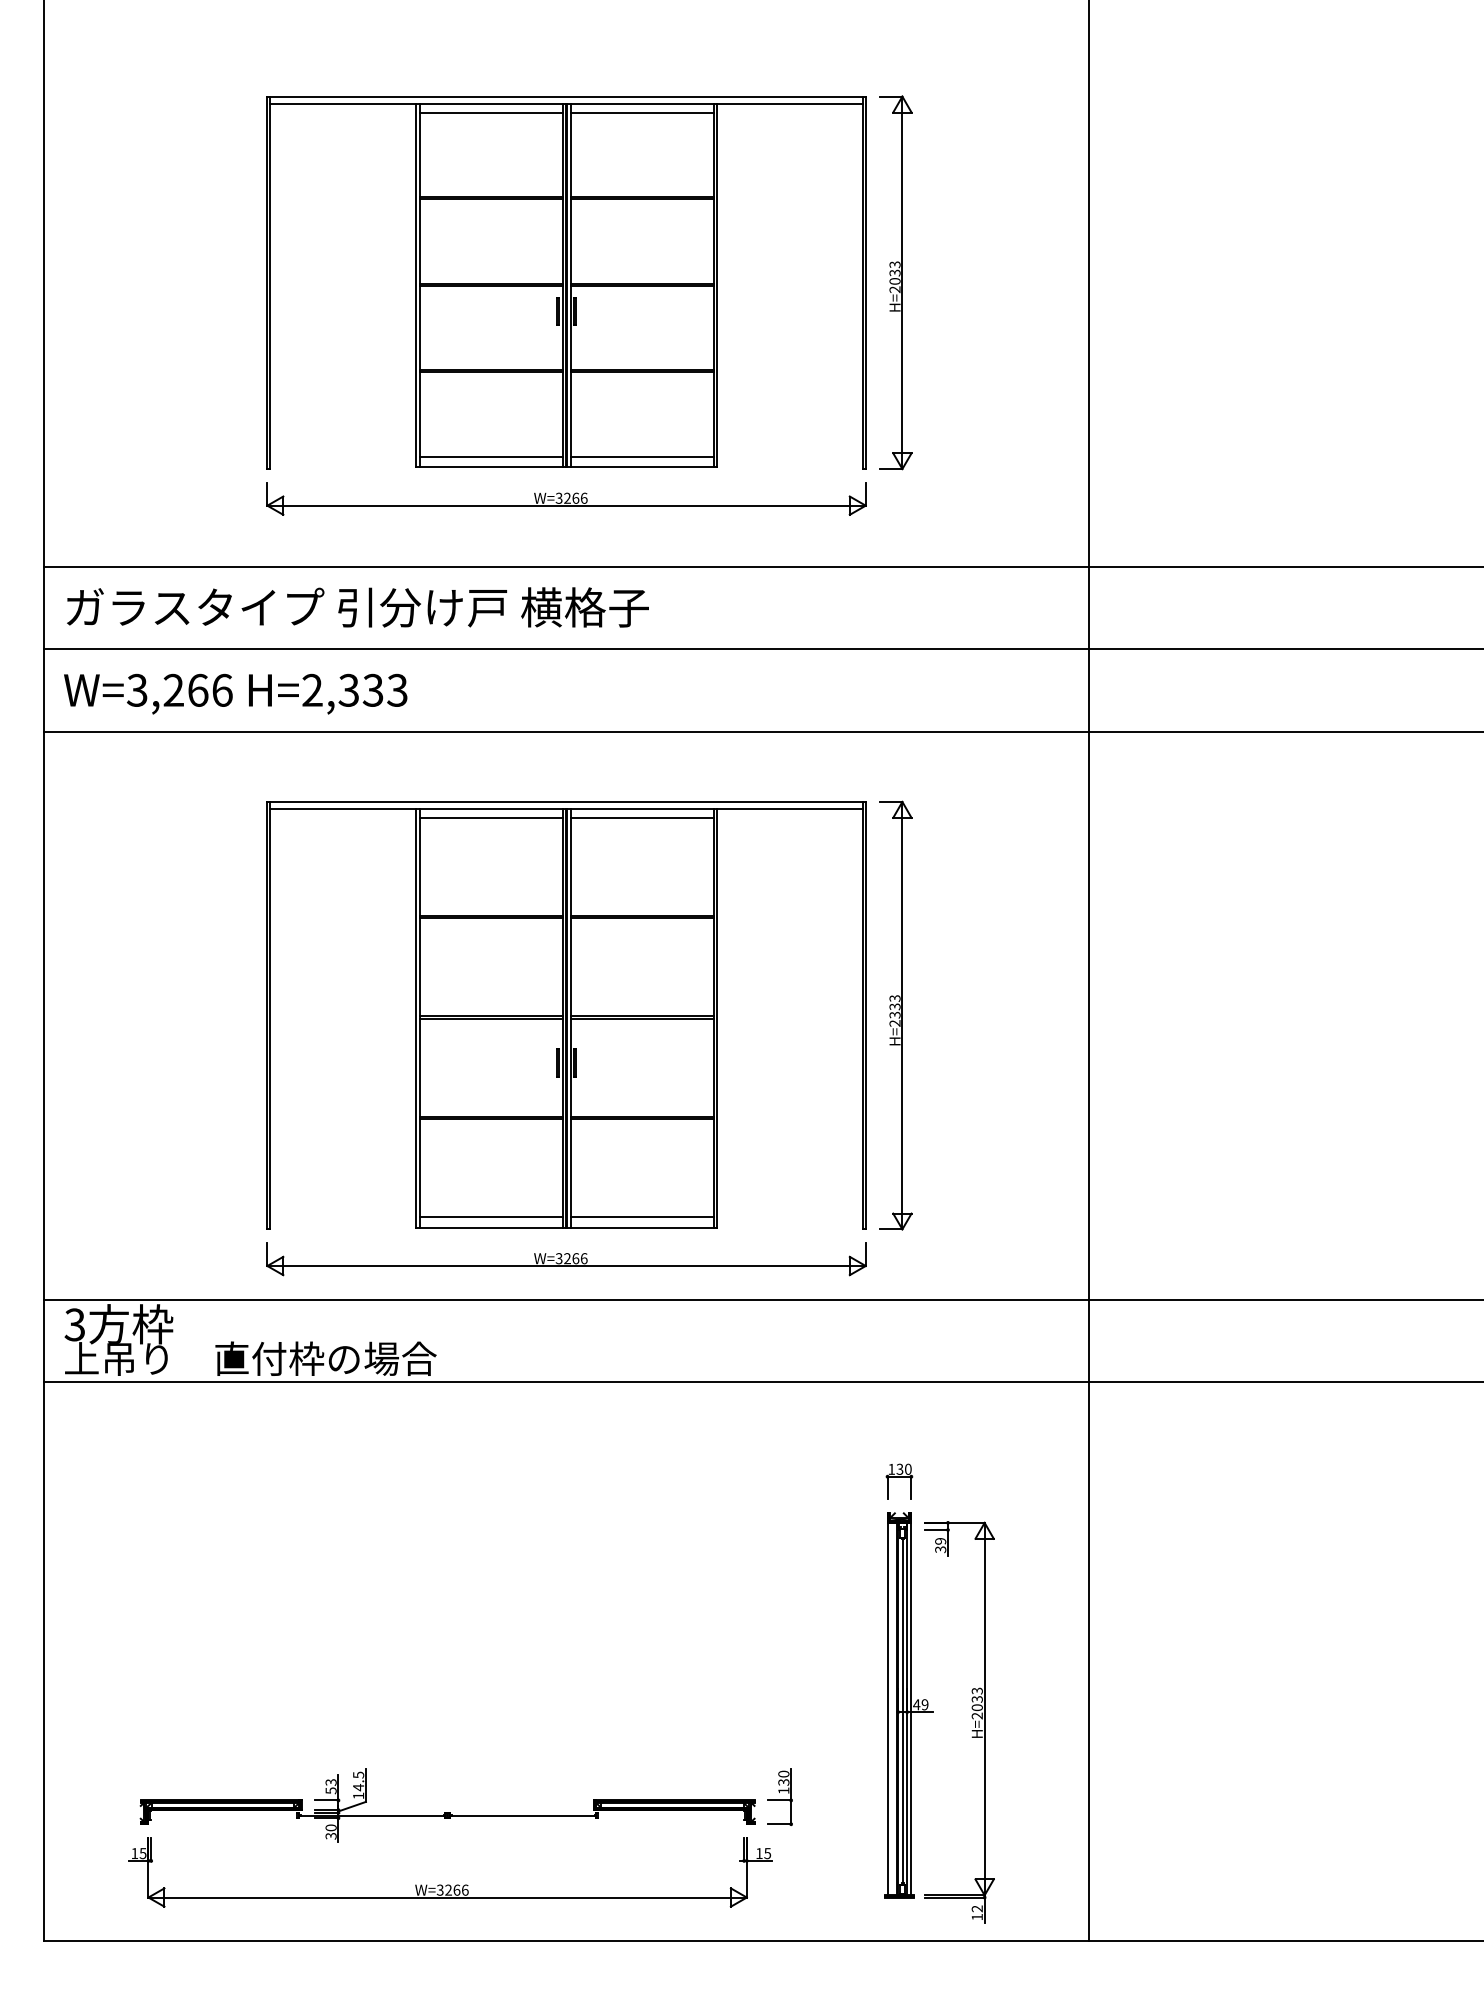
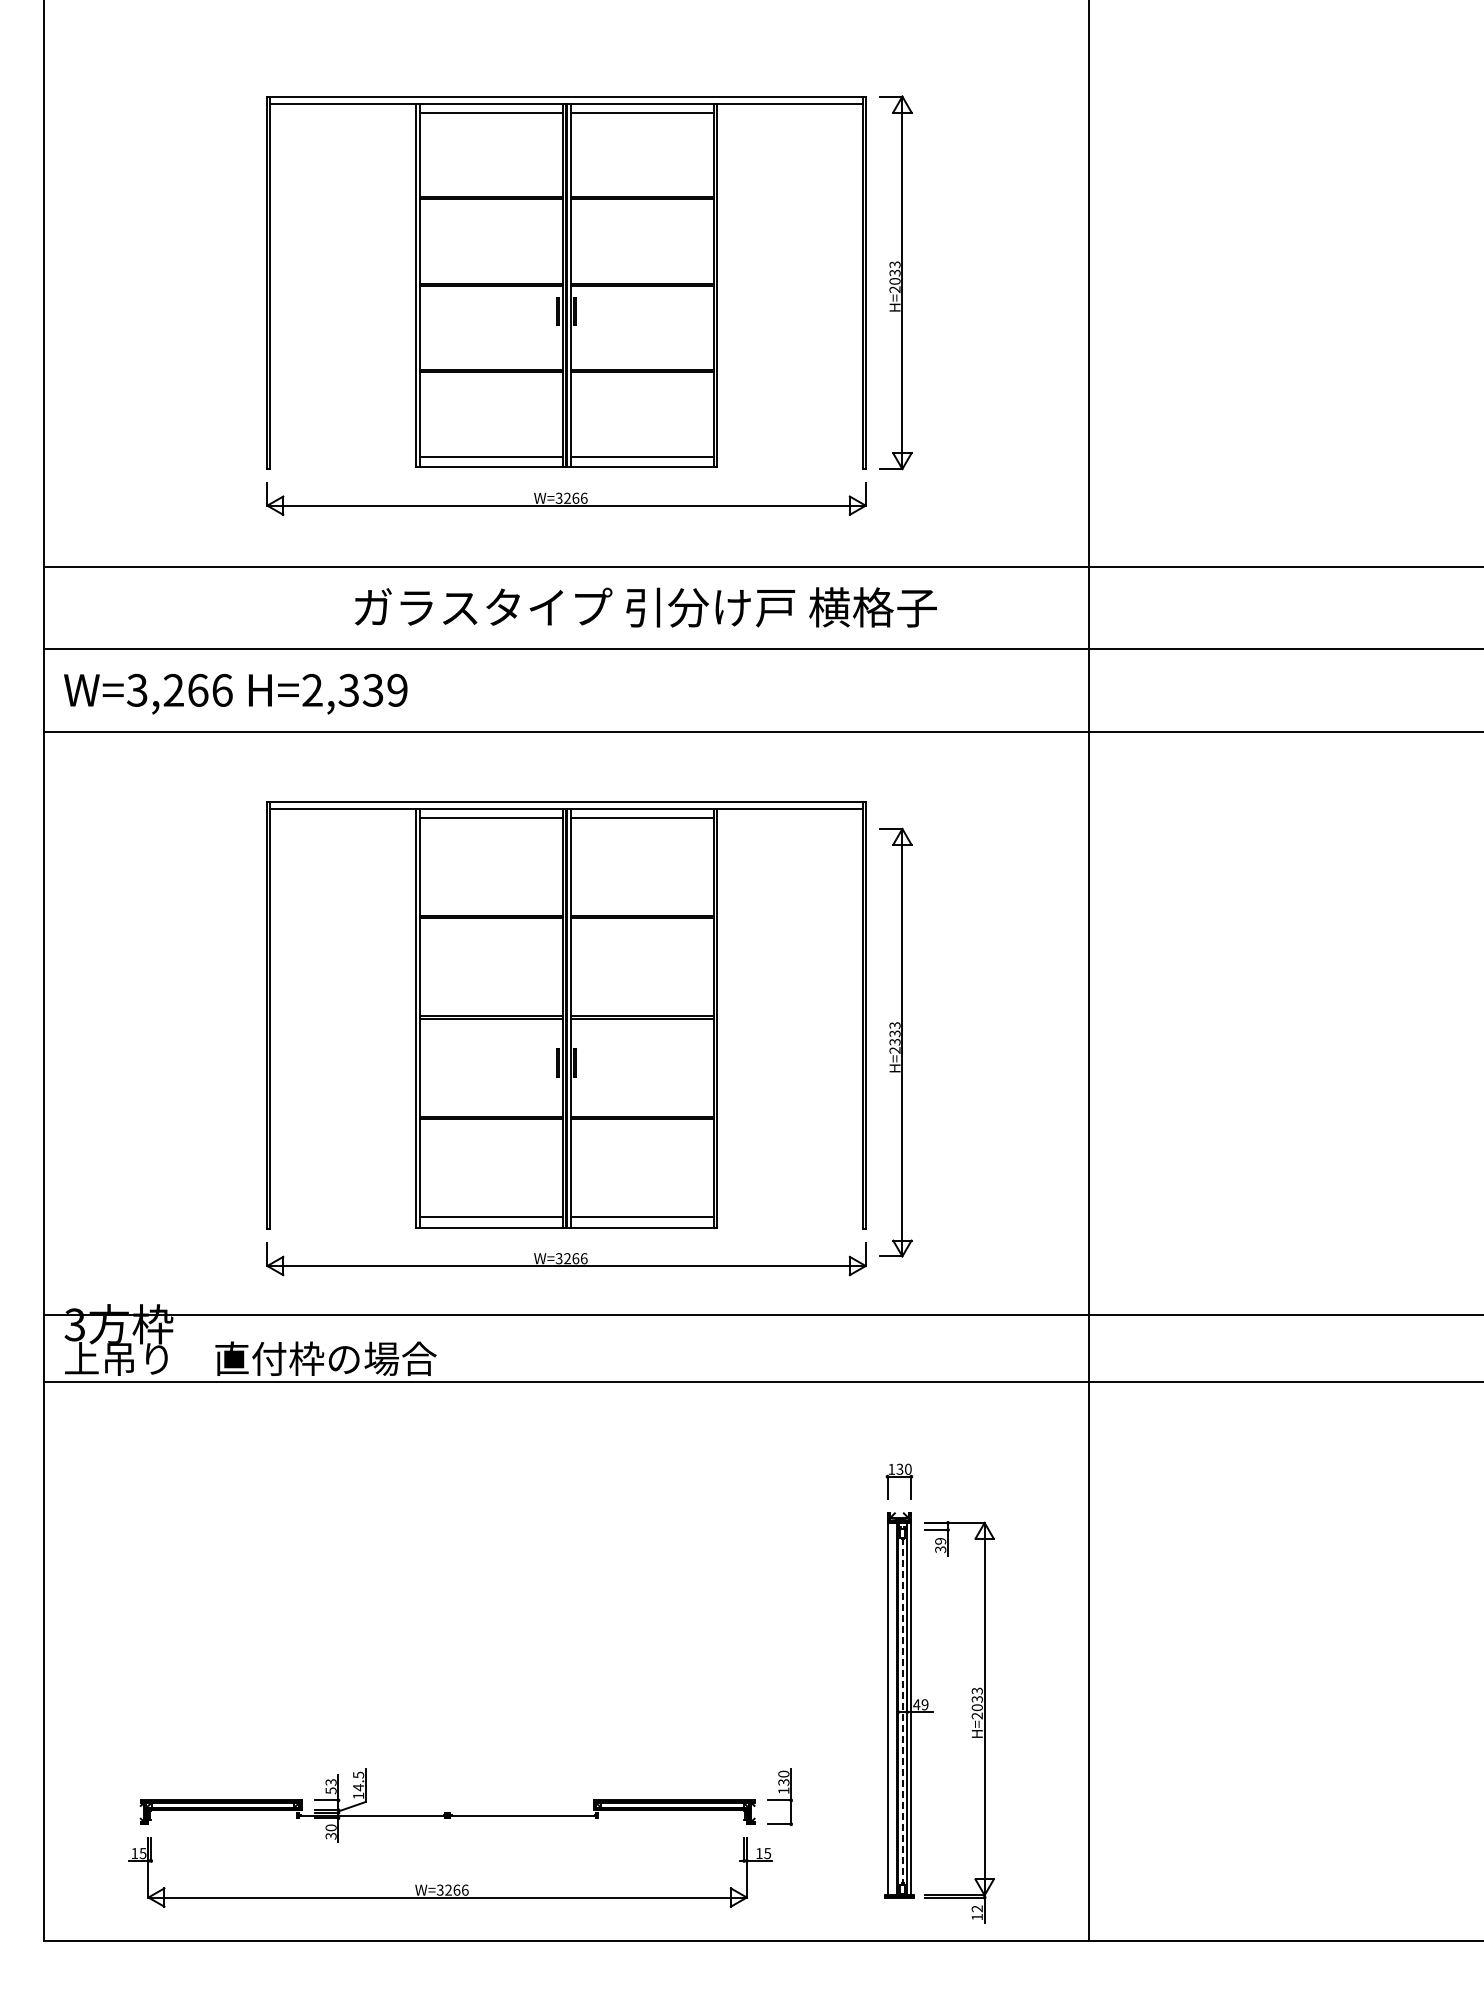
text at (357, 607) position: (357, 607) -> (645, 607)
text at (397, 690): H=2,333 -> H=2,339
part at (895, 1015) position: (895, 1015) -> (895, 1042)
line at (762, 1299) position: (762, 1299) -> (762, 1314)
line at (902, 1711): solid -> dashed
